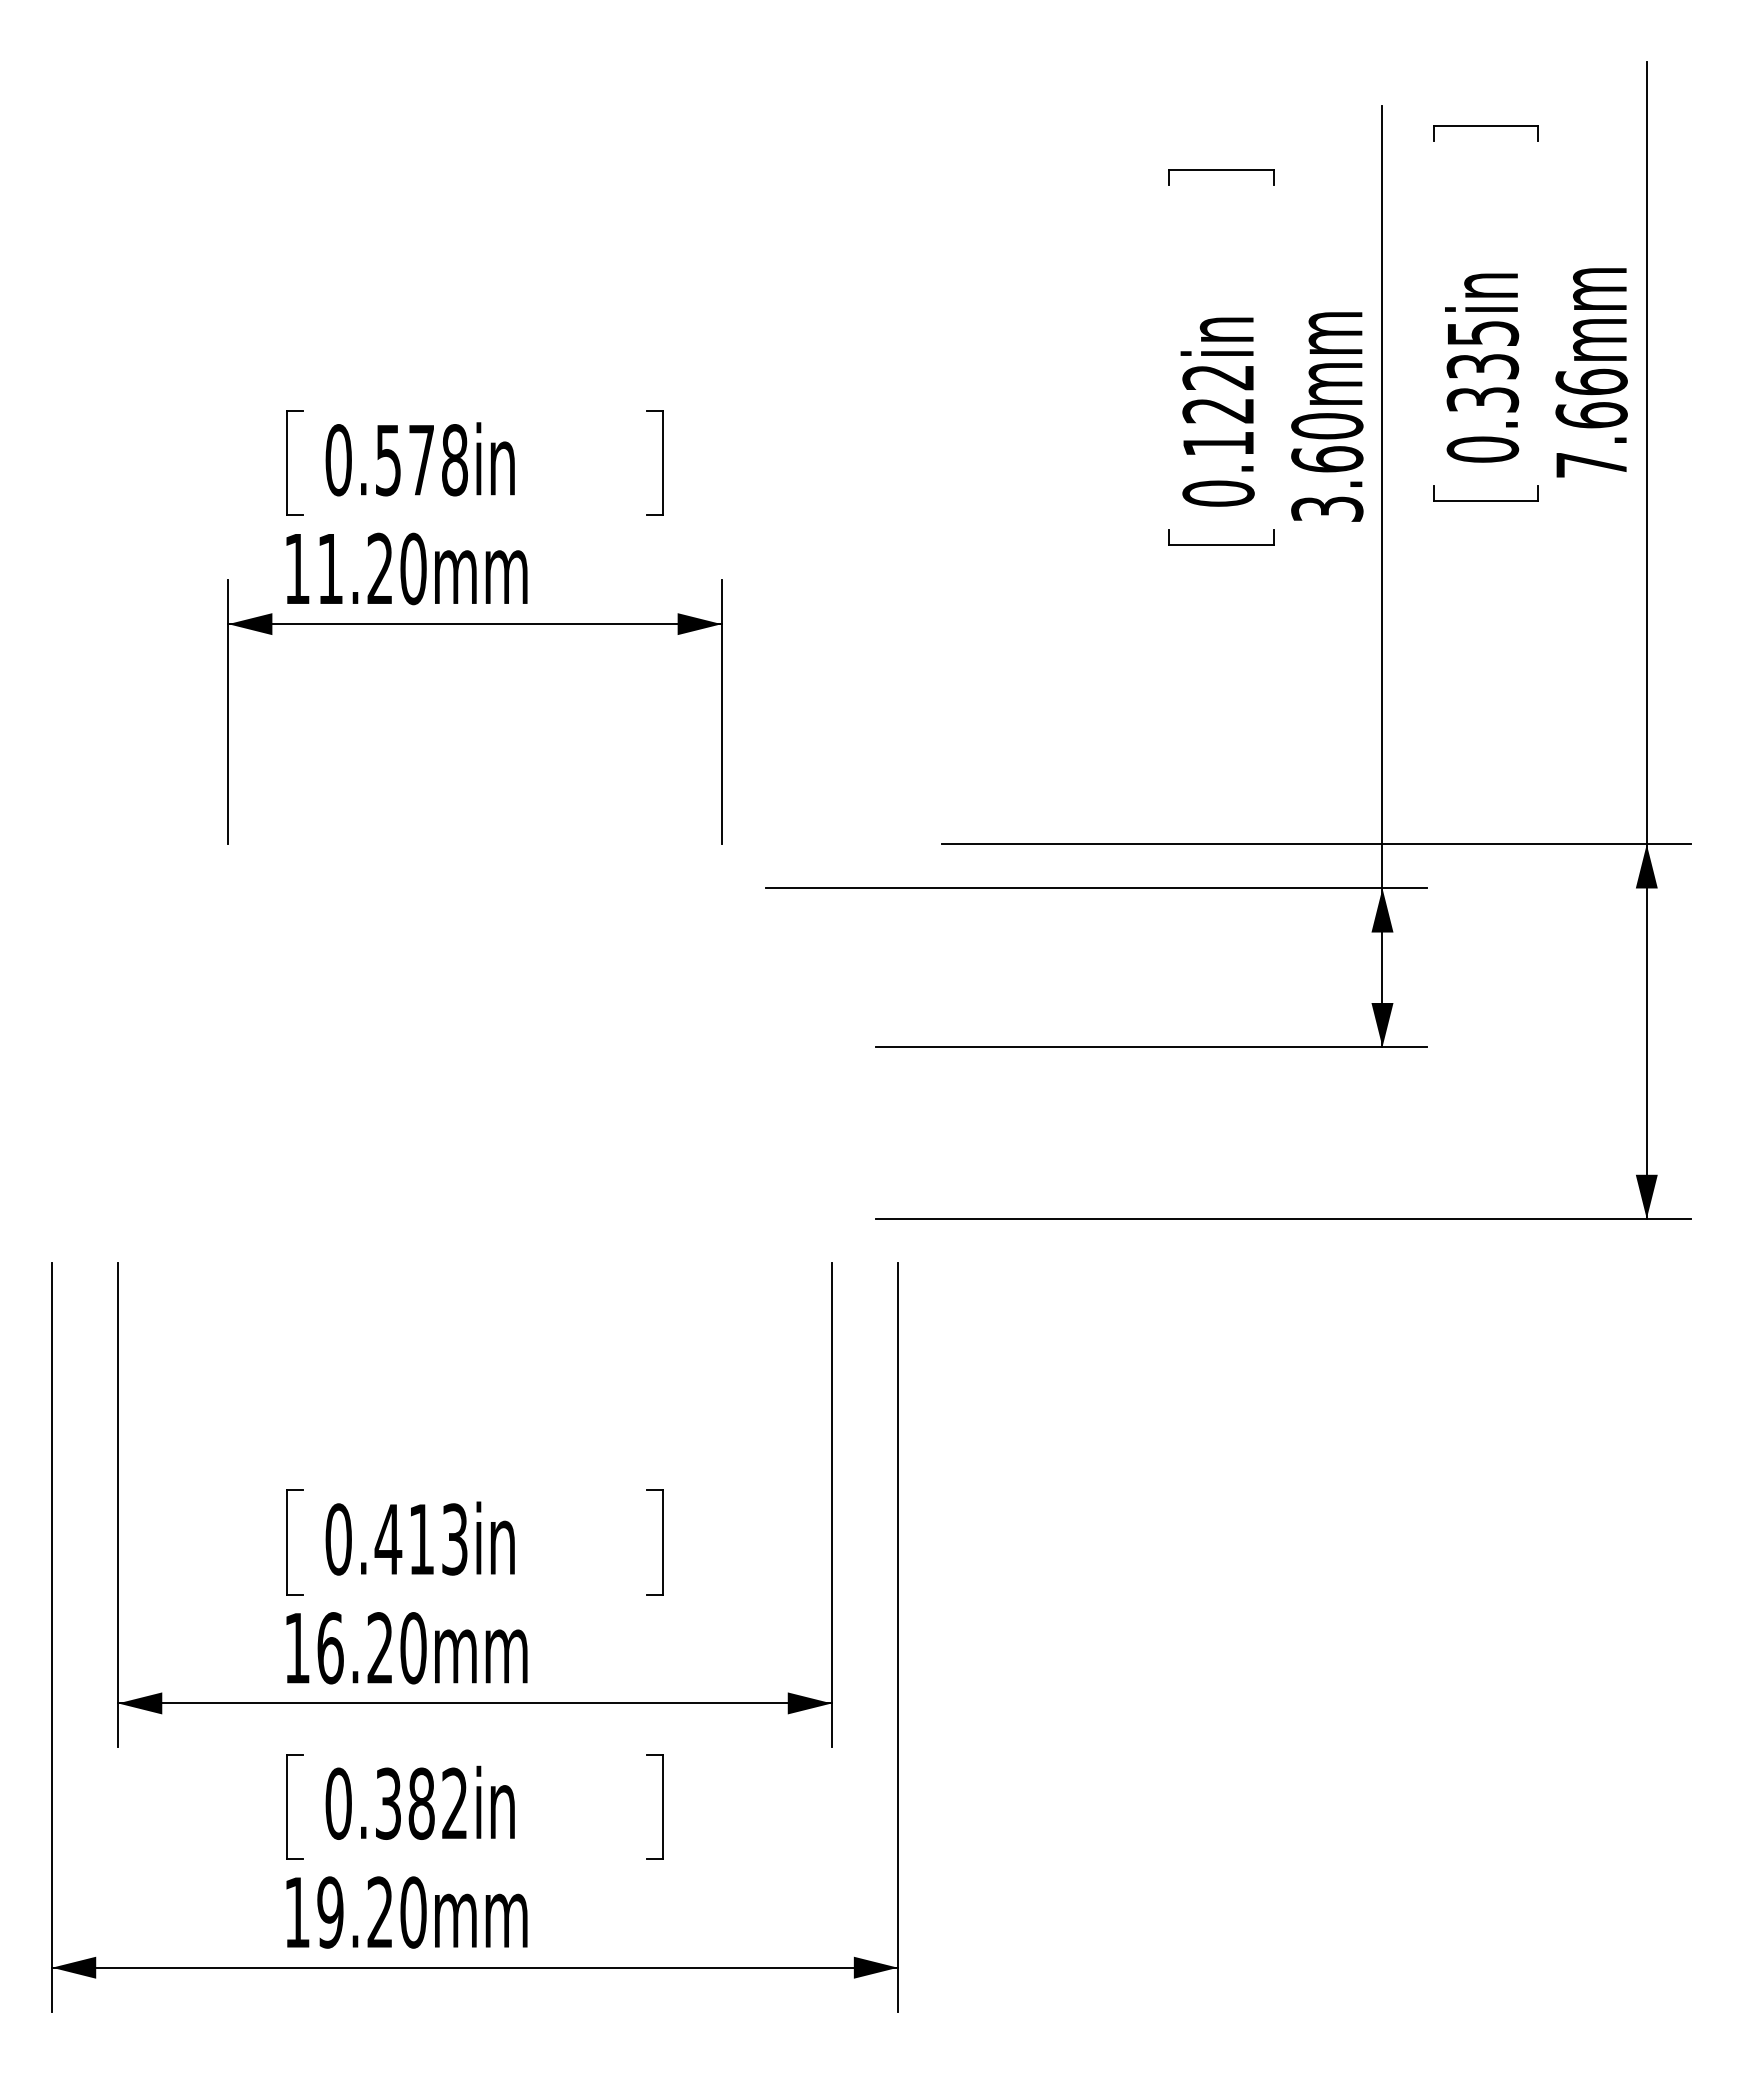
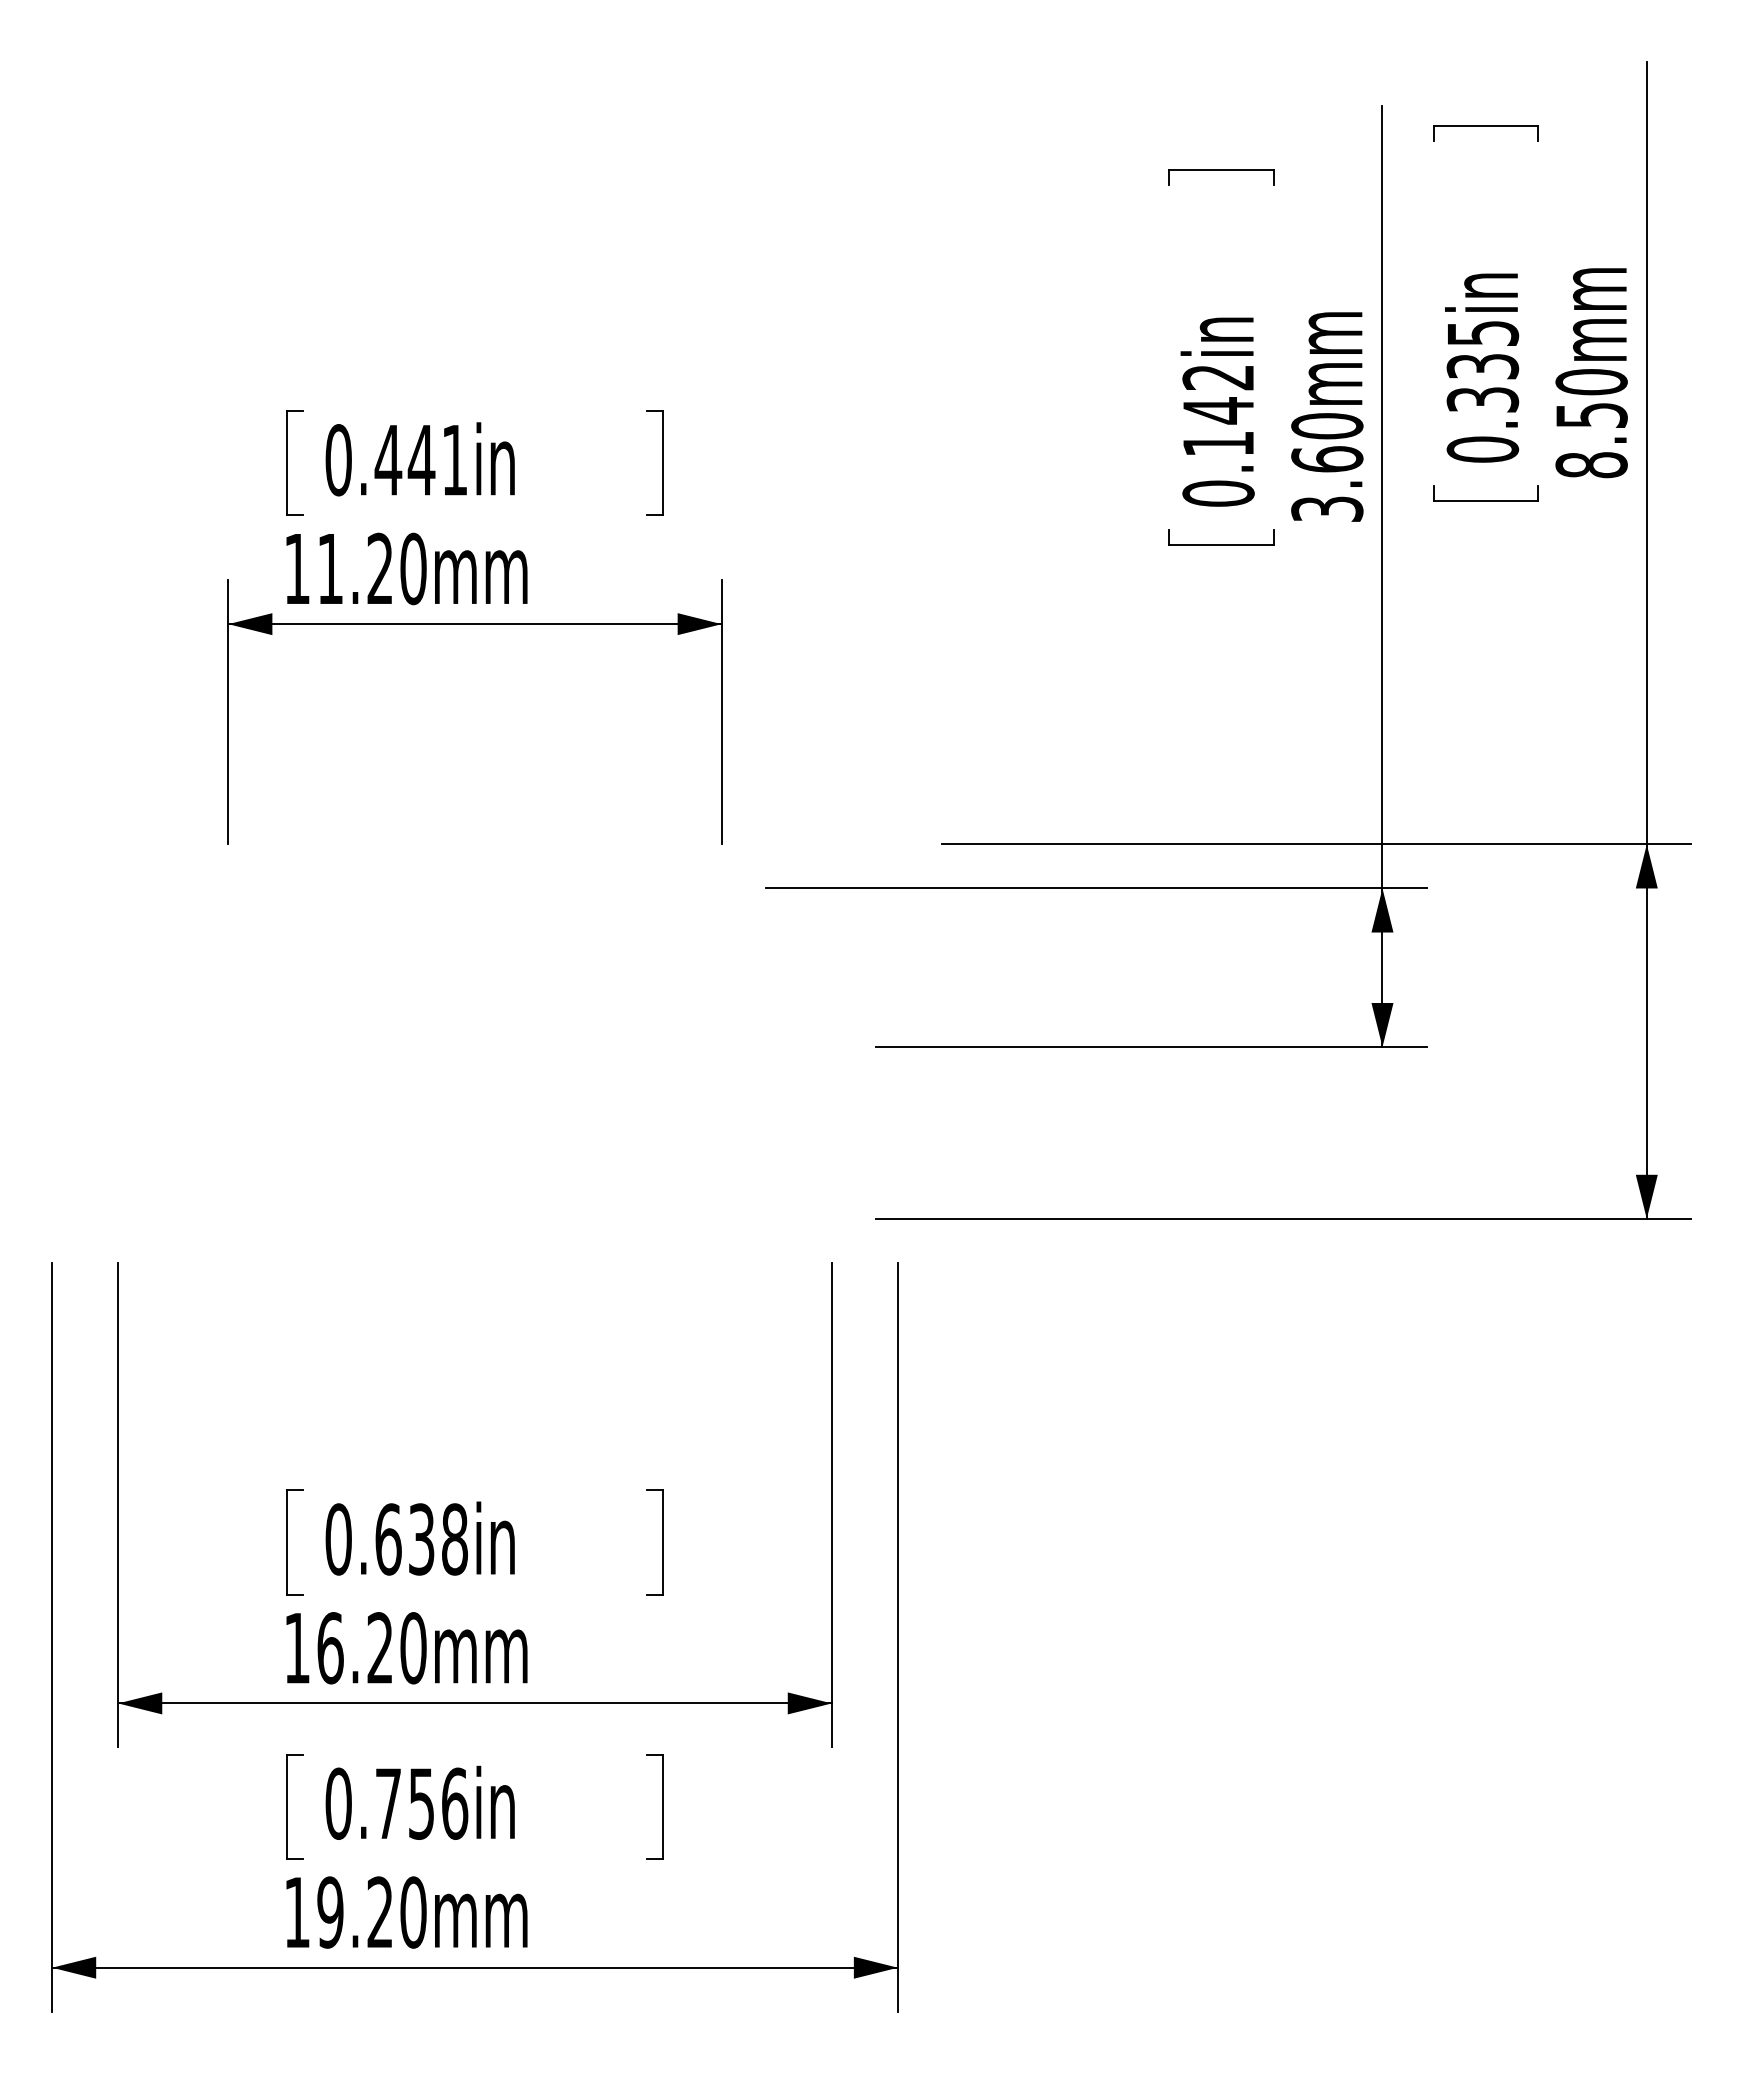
text at (1217, 410): 0.122in -> 0.142in
text at (1591, 423): 7.66mm -> 8.50mm
text at (420, 460): 0.578in -> 0.441in
text at (420, 1539): 0.413in -> 0.638in
text at (422, 1803): 0.382in -> 0.756in
